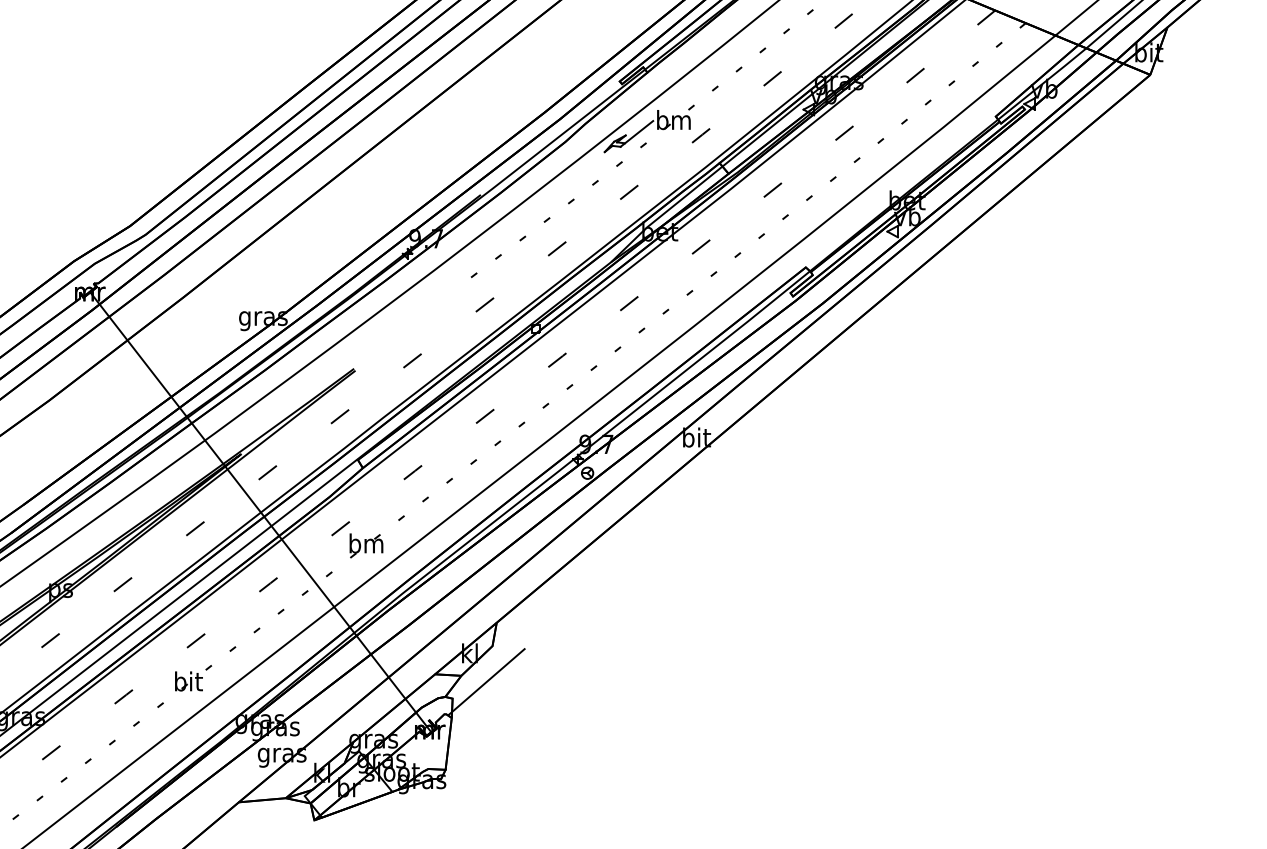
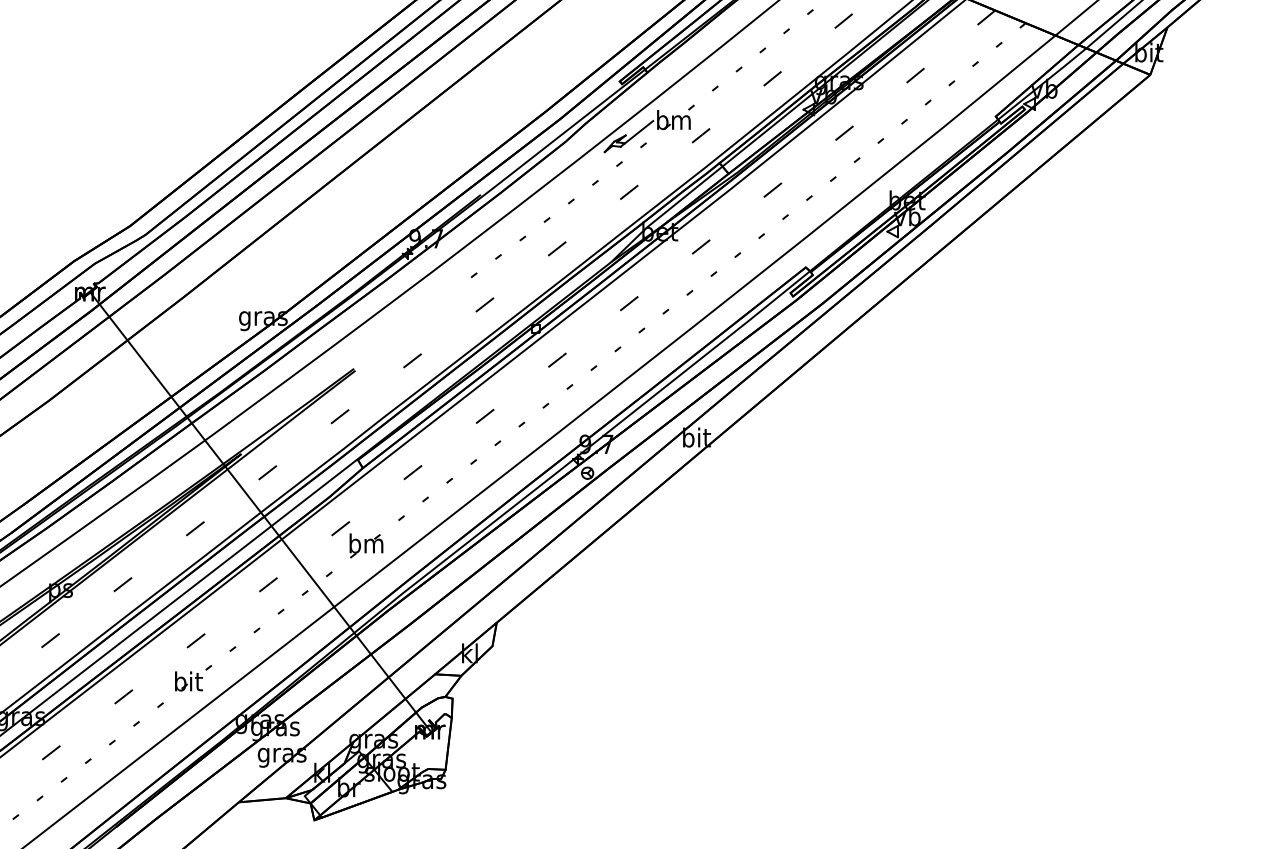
line at (486, 682): present -> none
